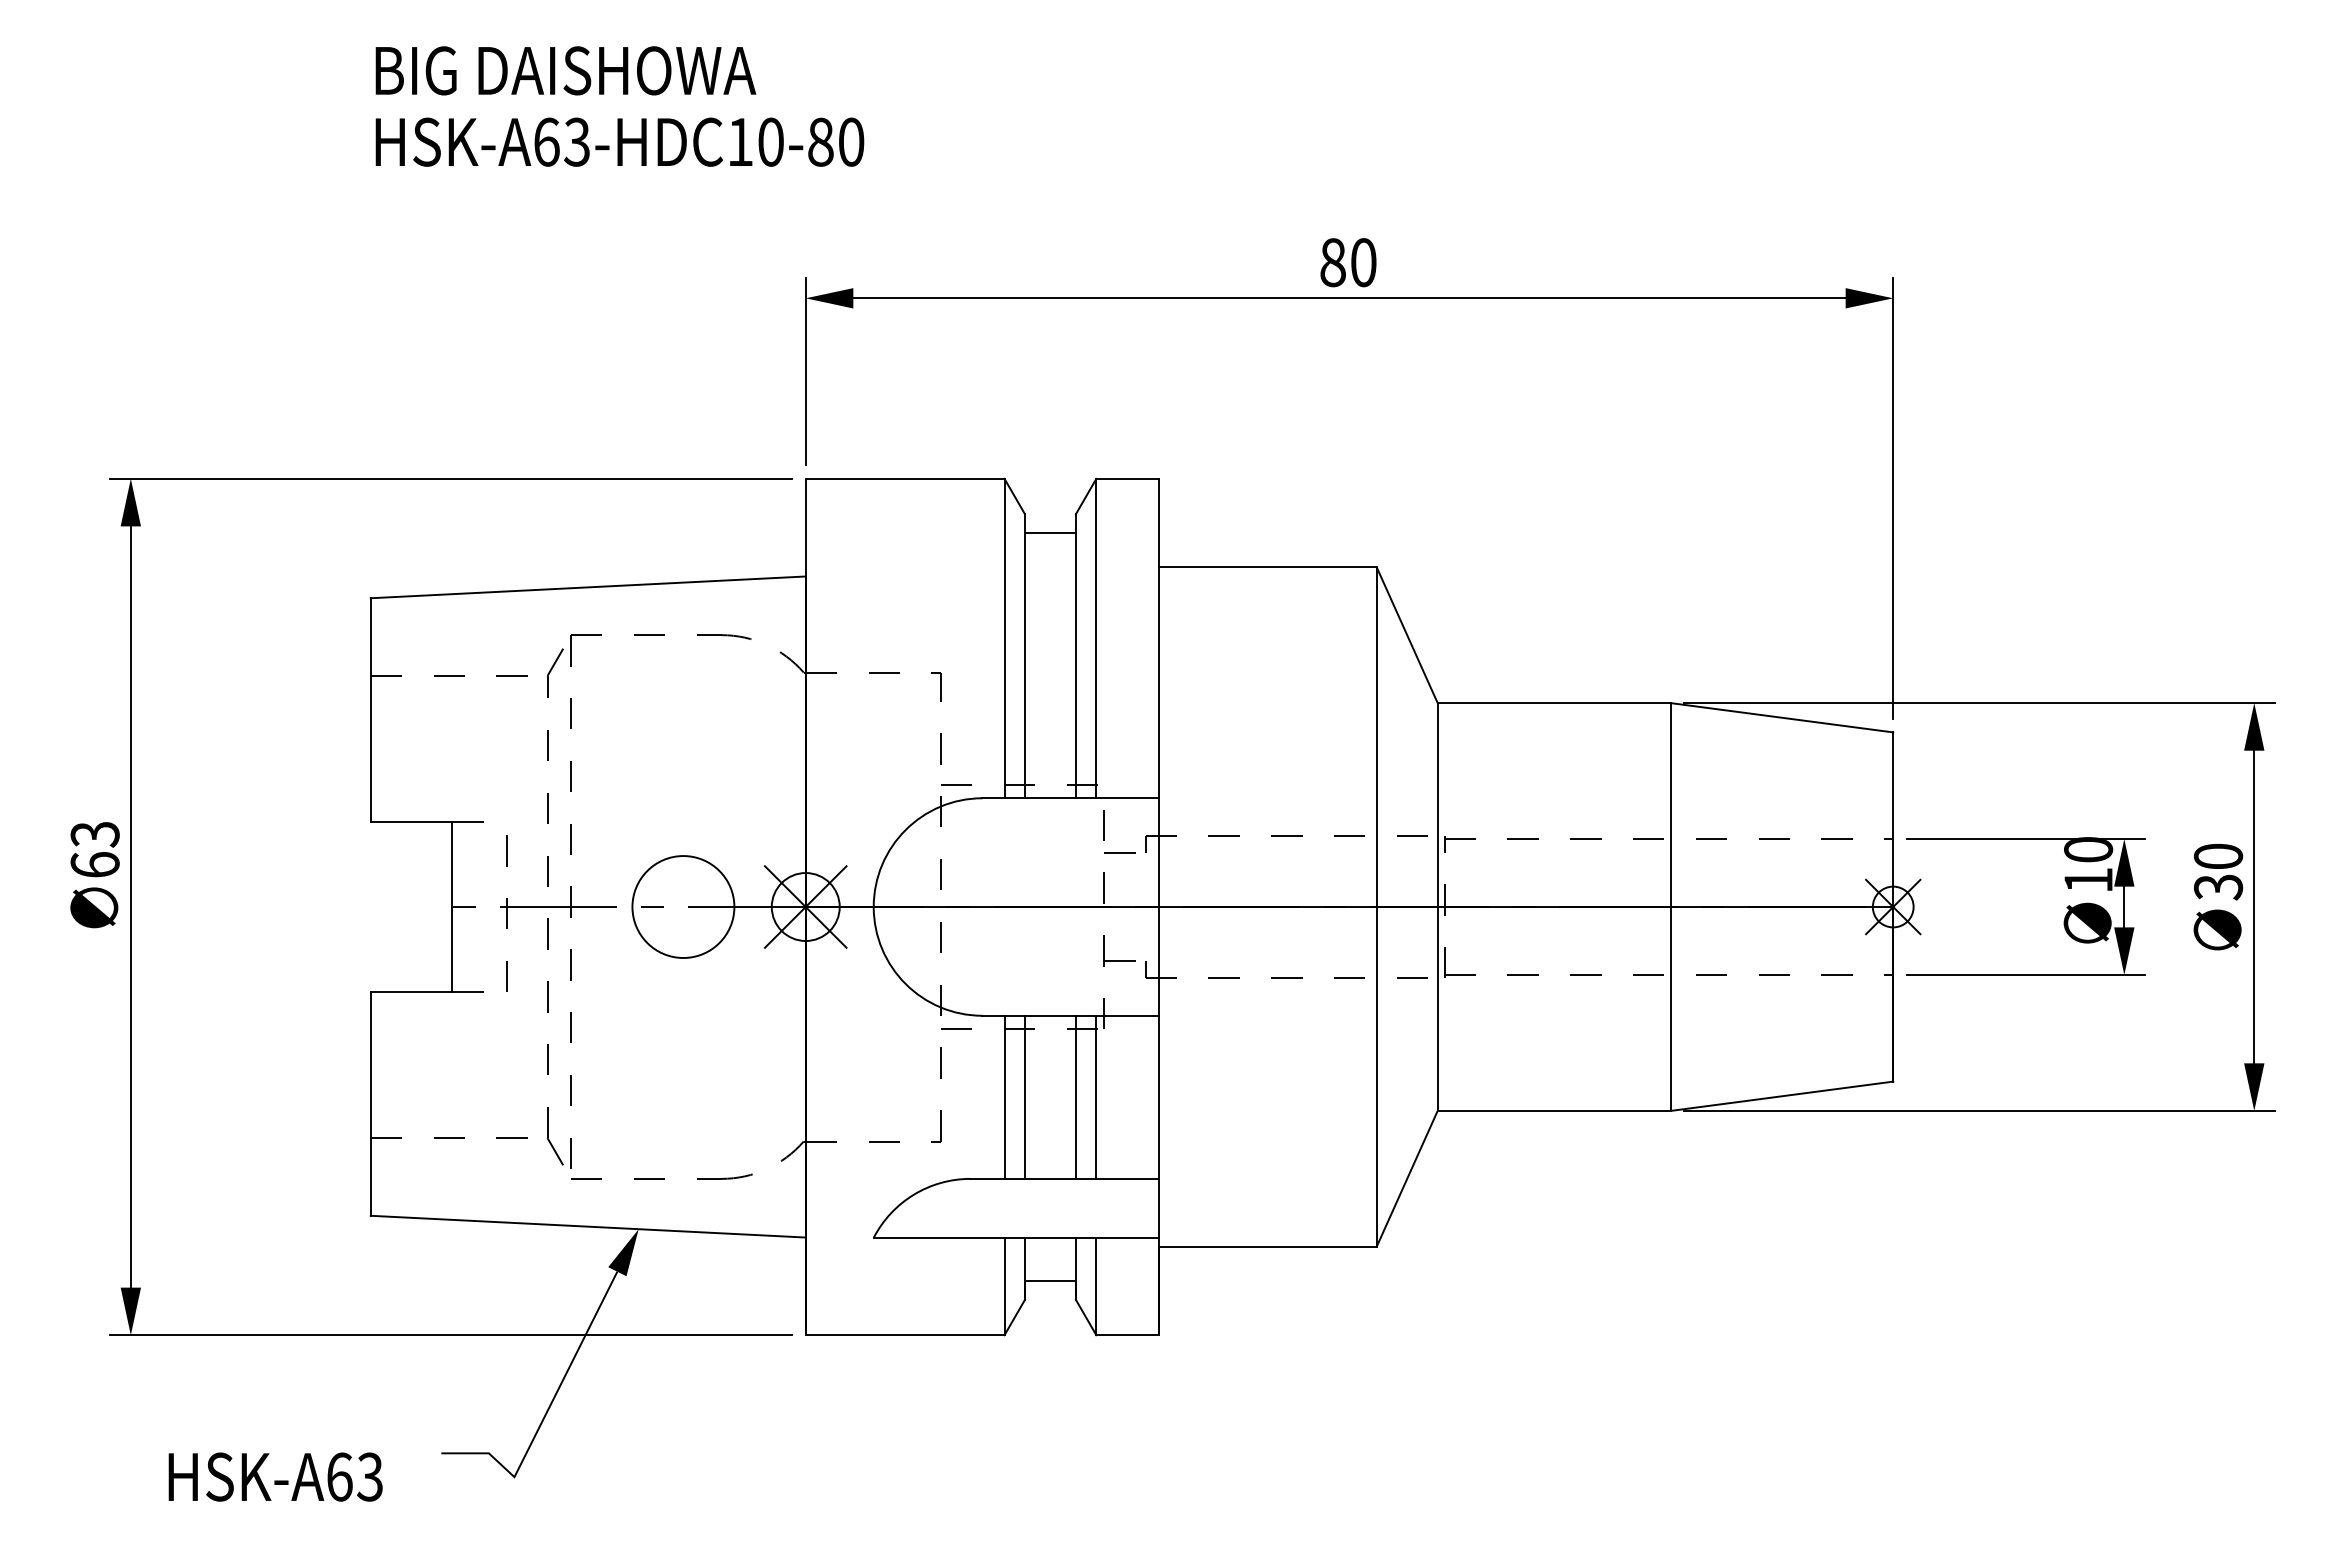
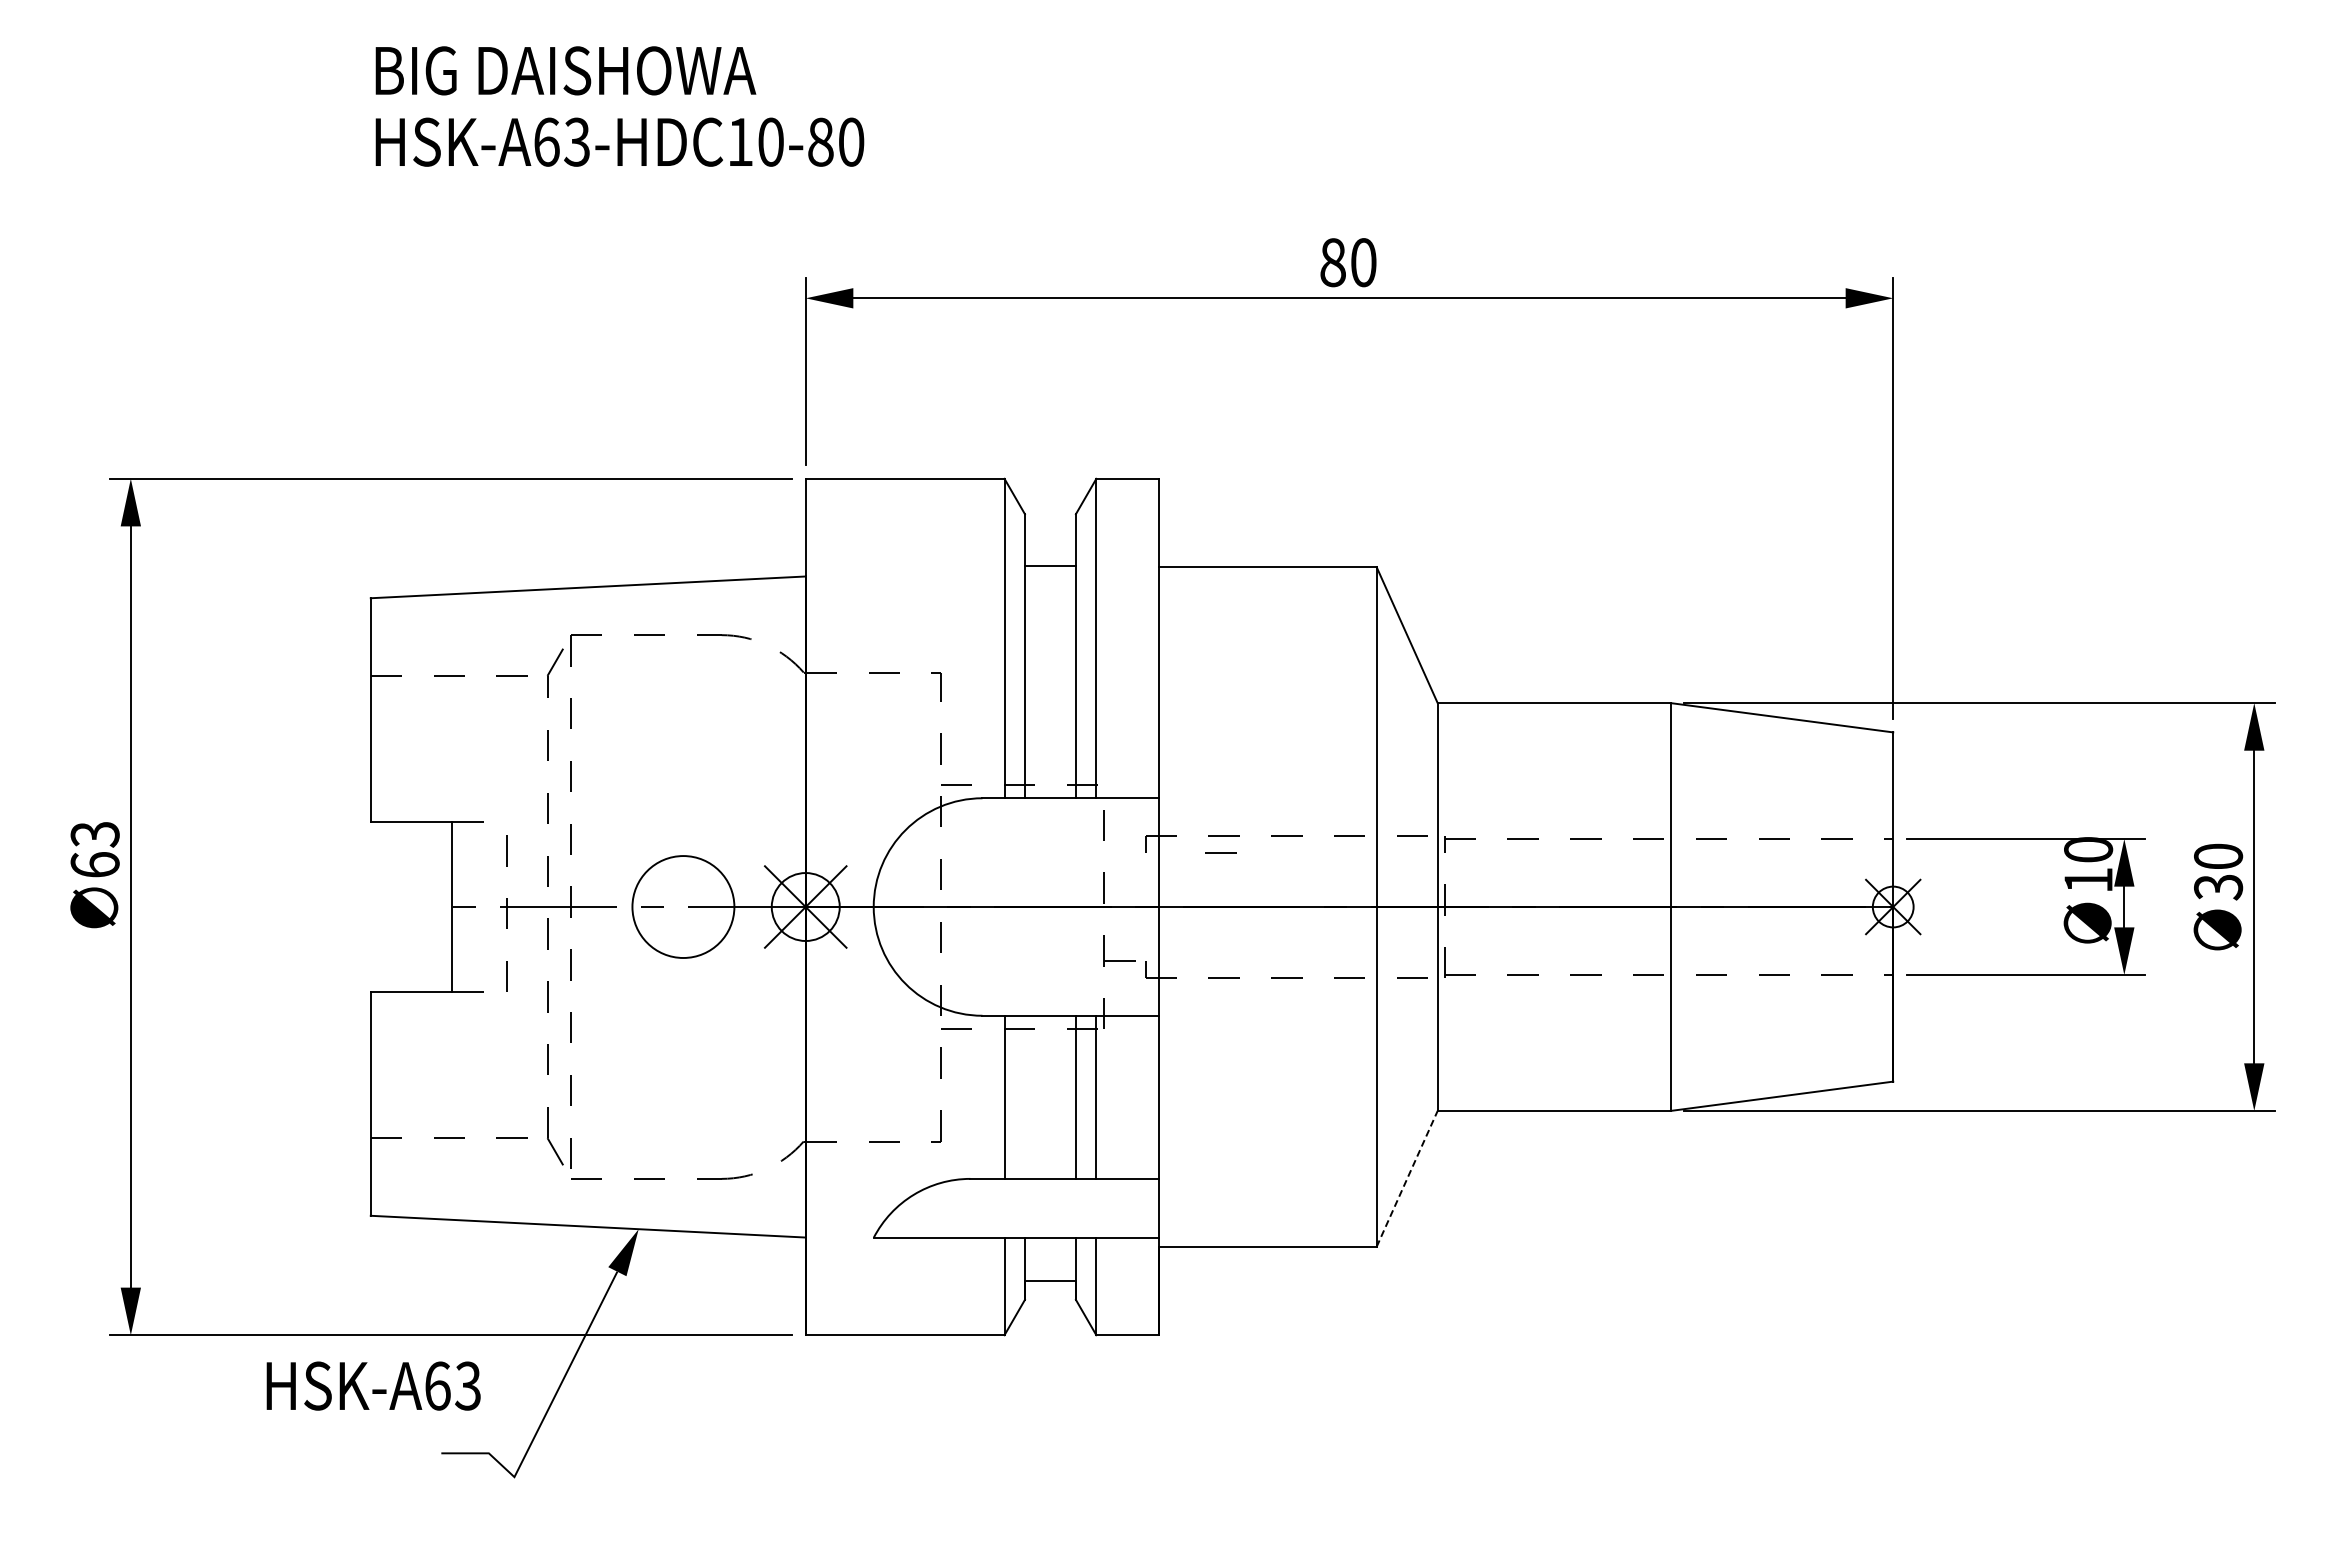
line at (1049, 533) position: (1049, 533) -> (1049, 566)
line at (1119, 852) position: (1119, 852) -> (1220, 852)
line at (1024, 1096): present -> none
line at (1407, 1178): solid -> dashed
text at (275, 1476) position: (275, 1476) -> (373, 1385)
